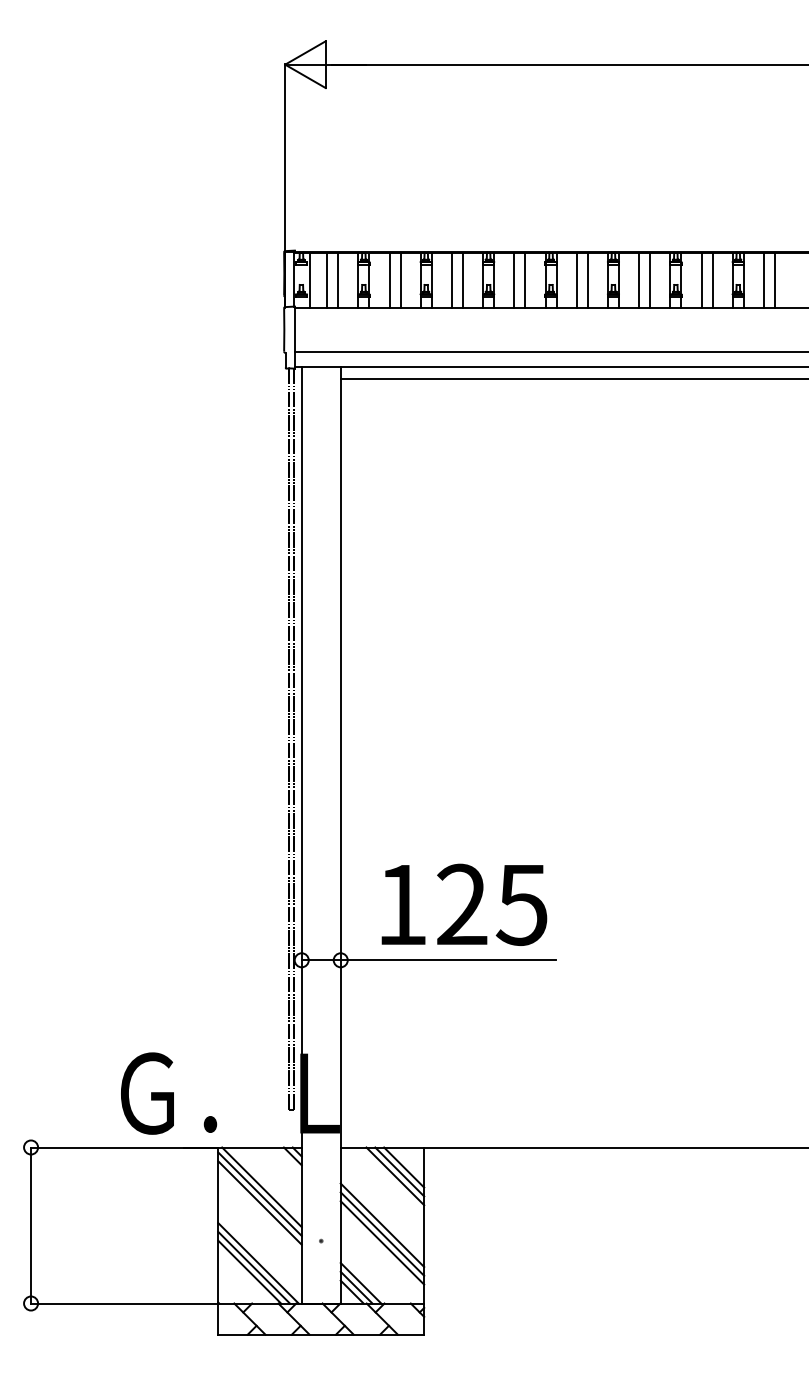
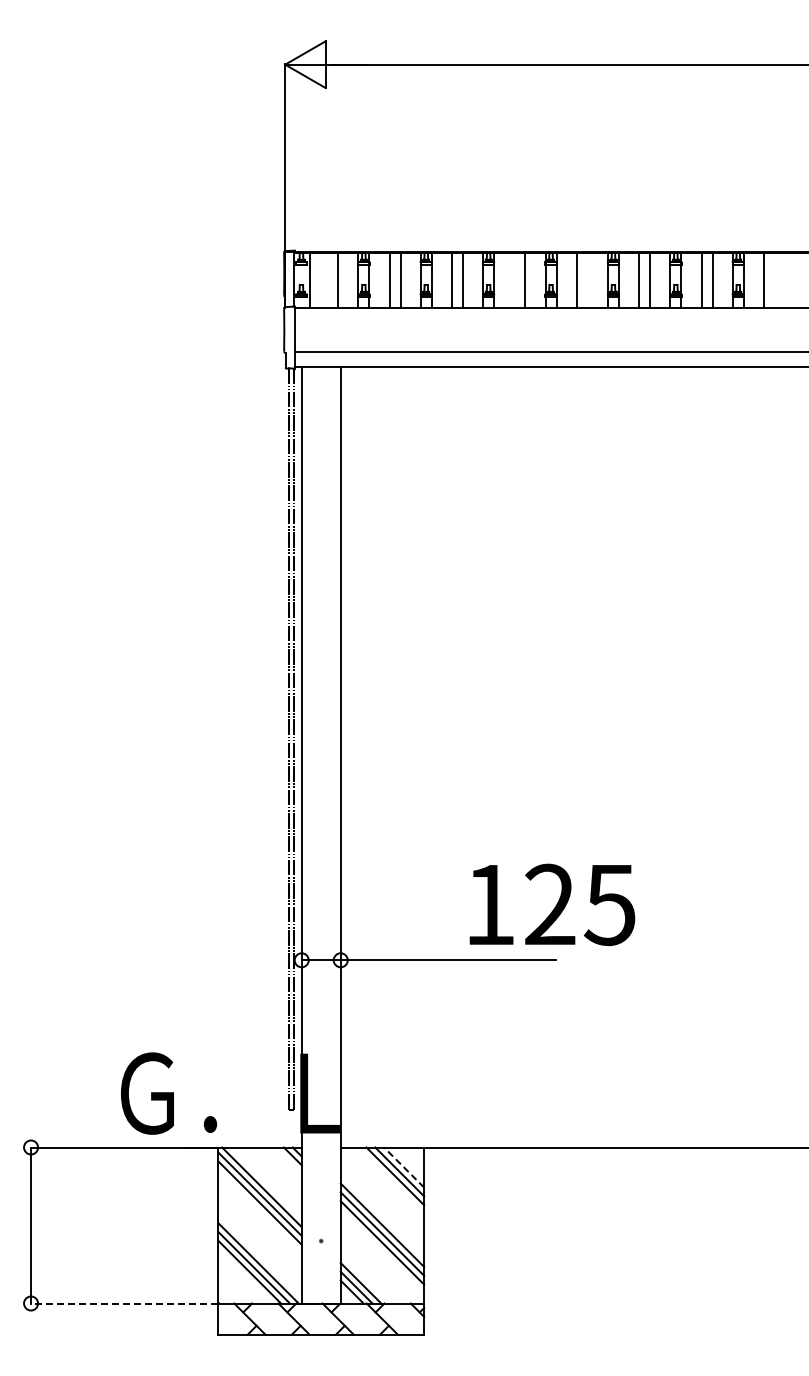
line at (327, 280): present -> none
line at (514, 280): present -> none
line at (587, 280): present -> none
line at (774, 280): present -> none
line at (572, 378): present -> none
text at (464, 904) position: (464, 904) -> (552, 904)
line at (403, 1167): solid -> dashed
line at (124, 1303): solid -> dashed
